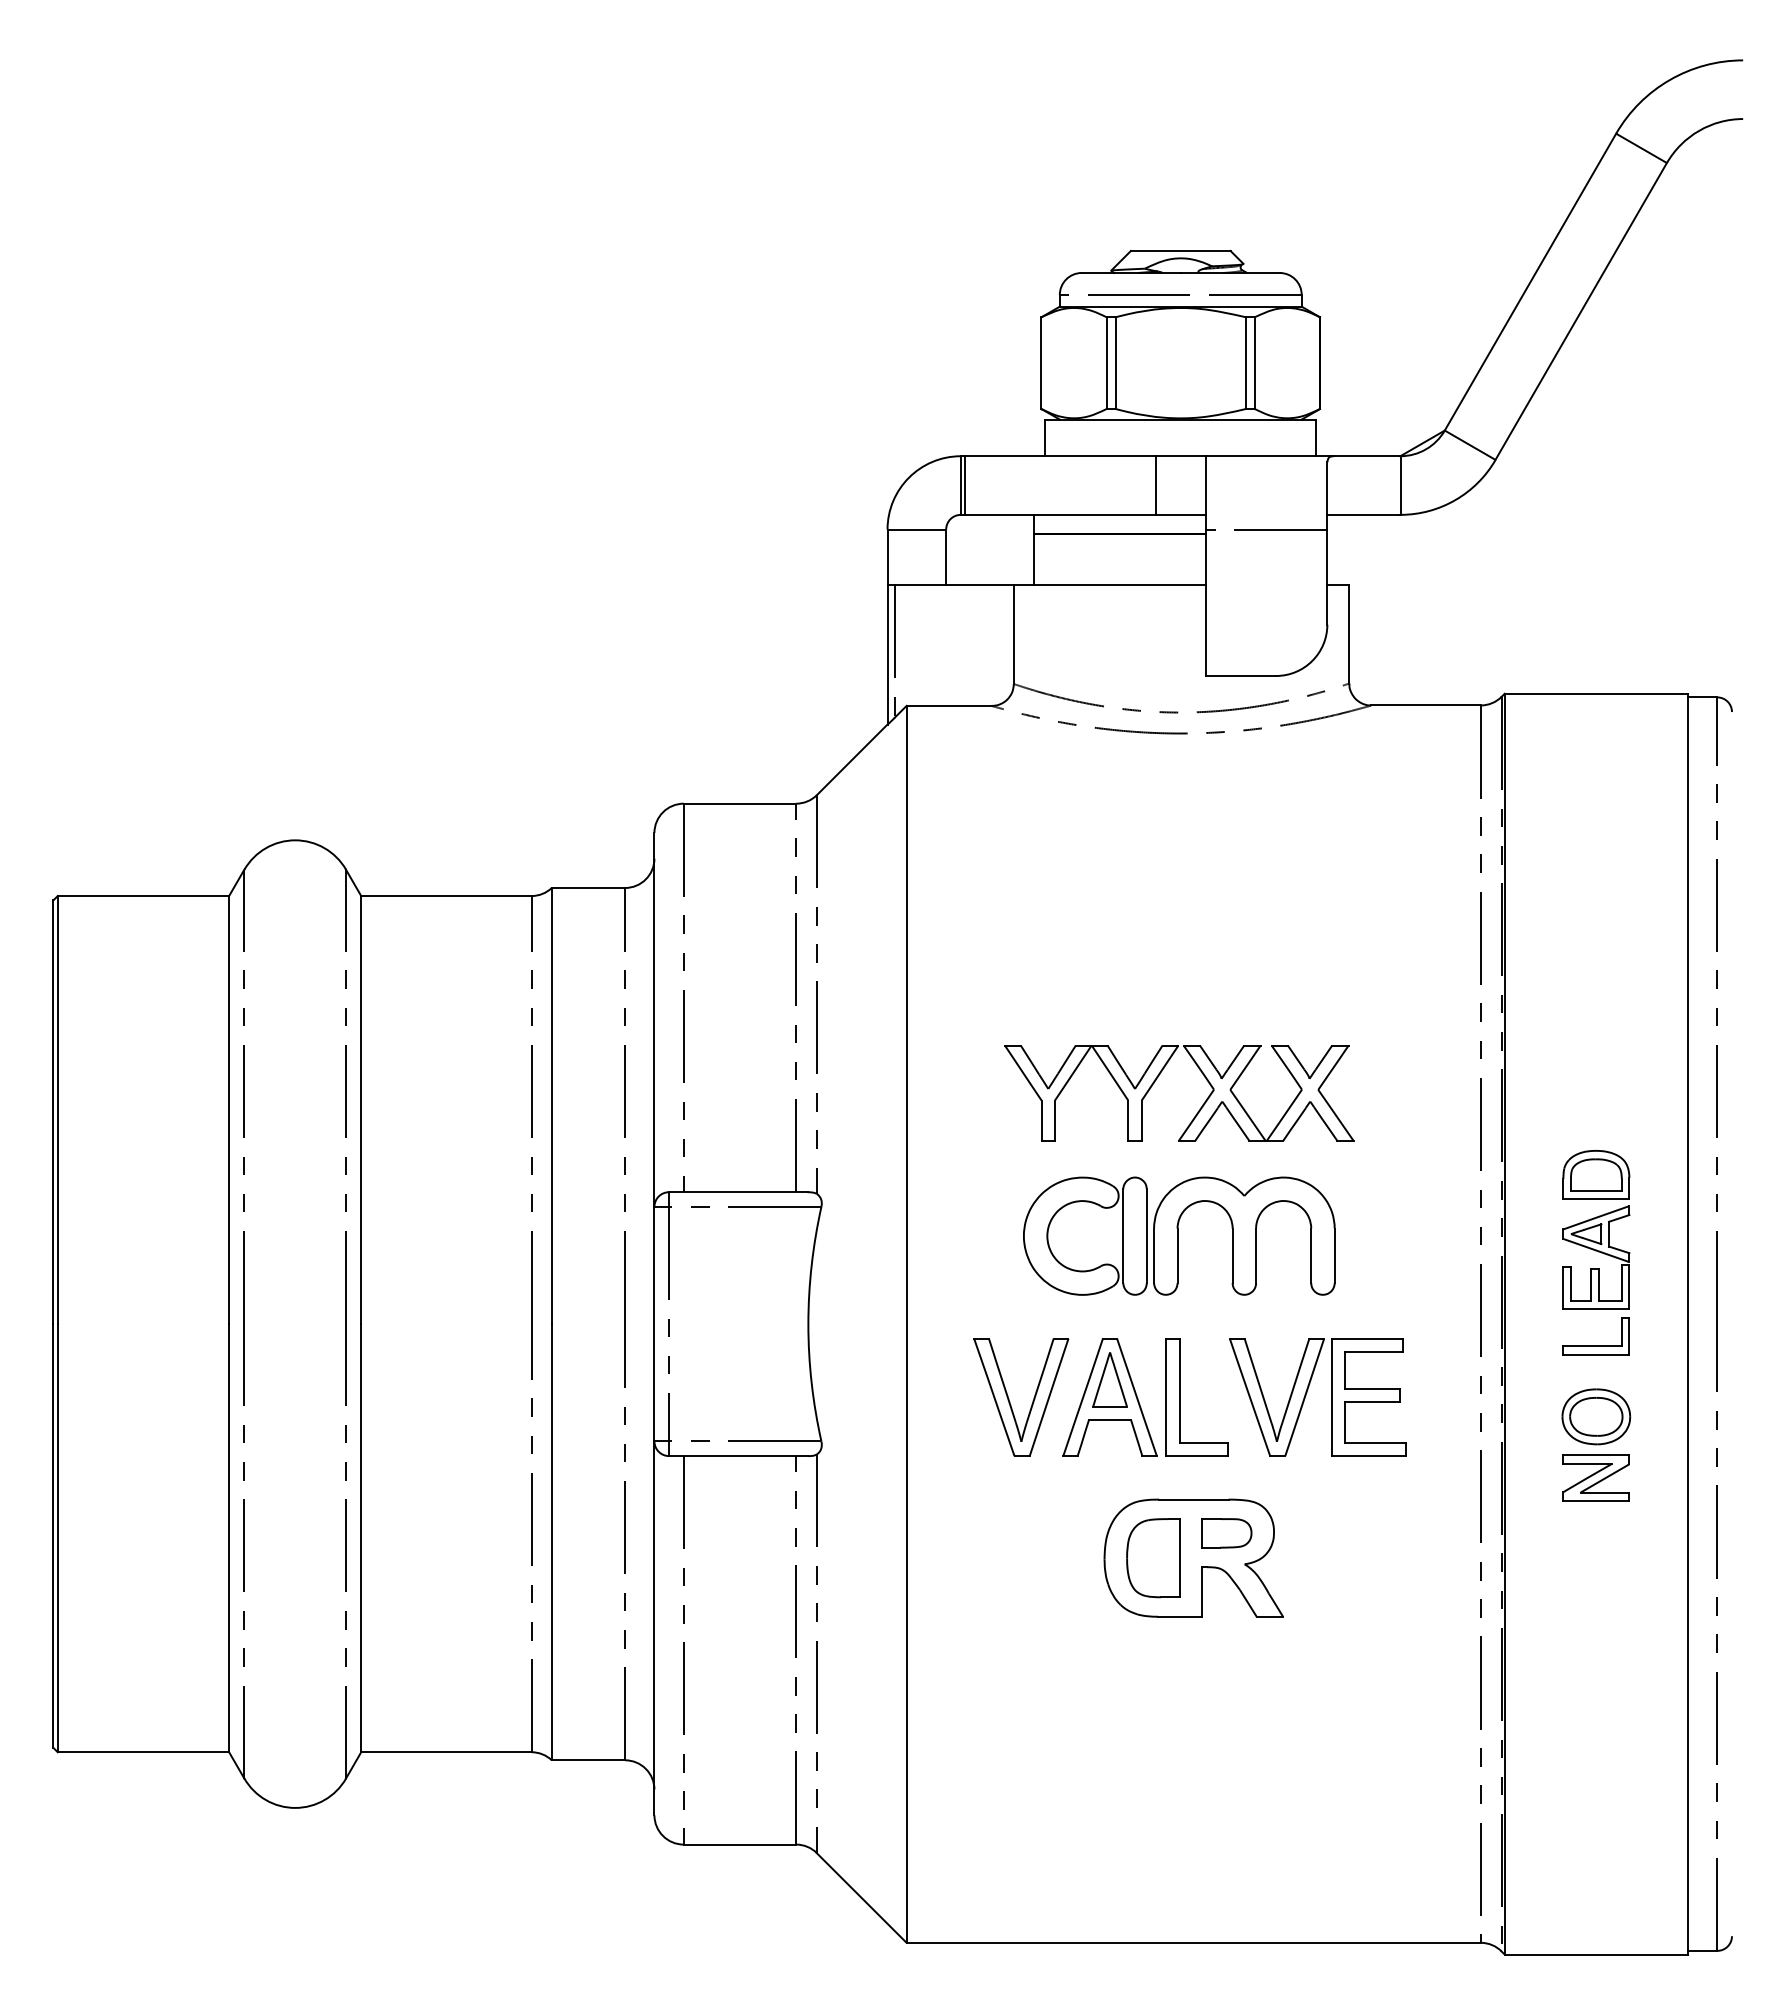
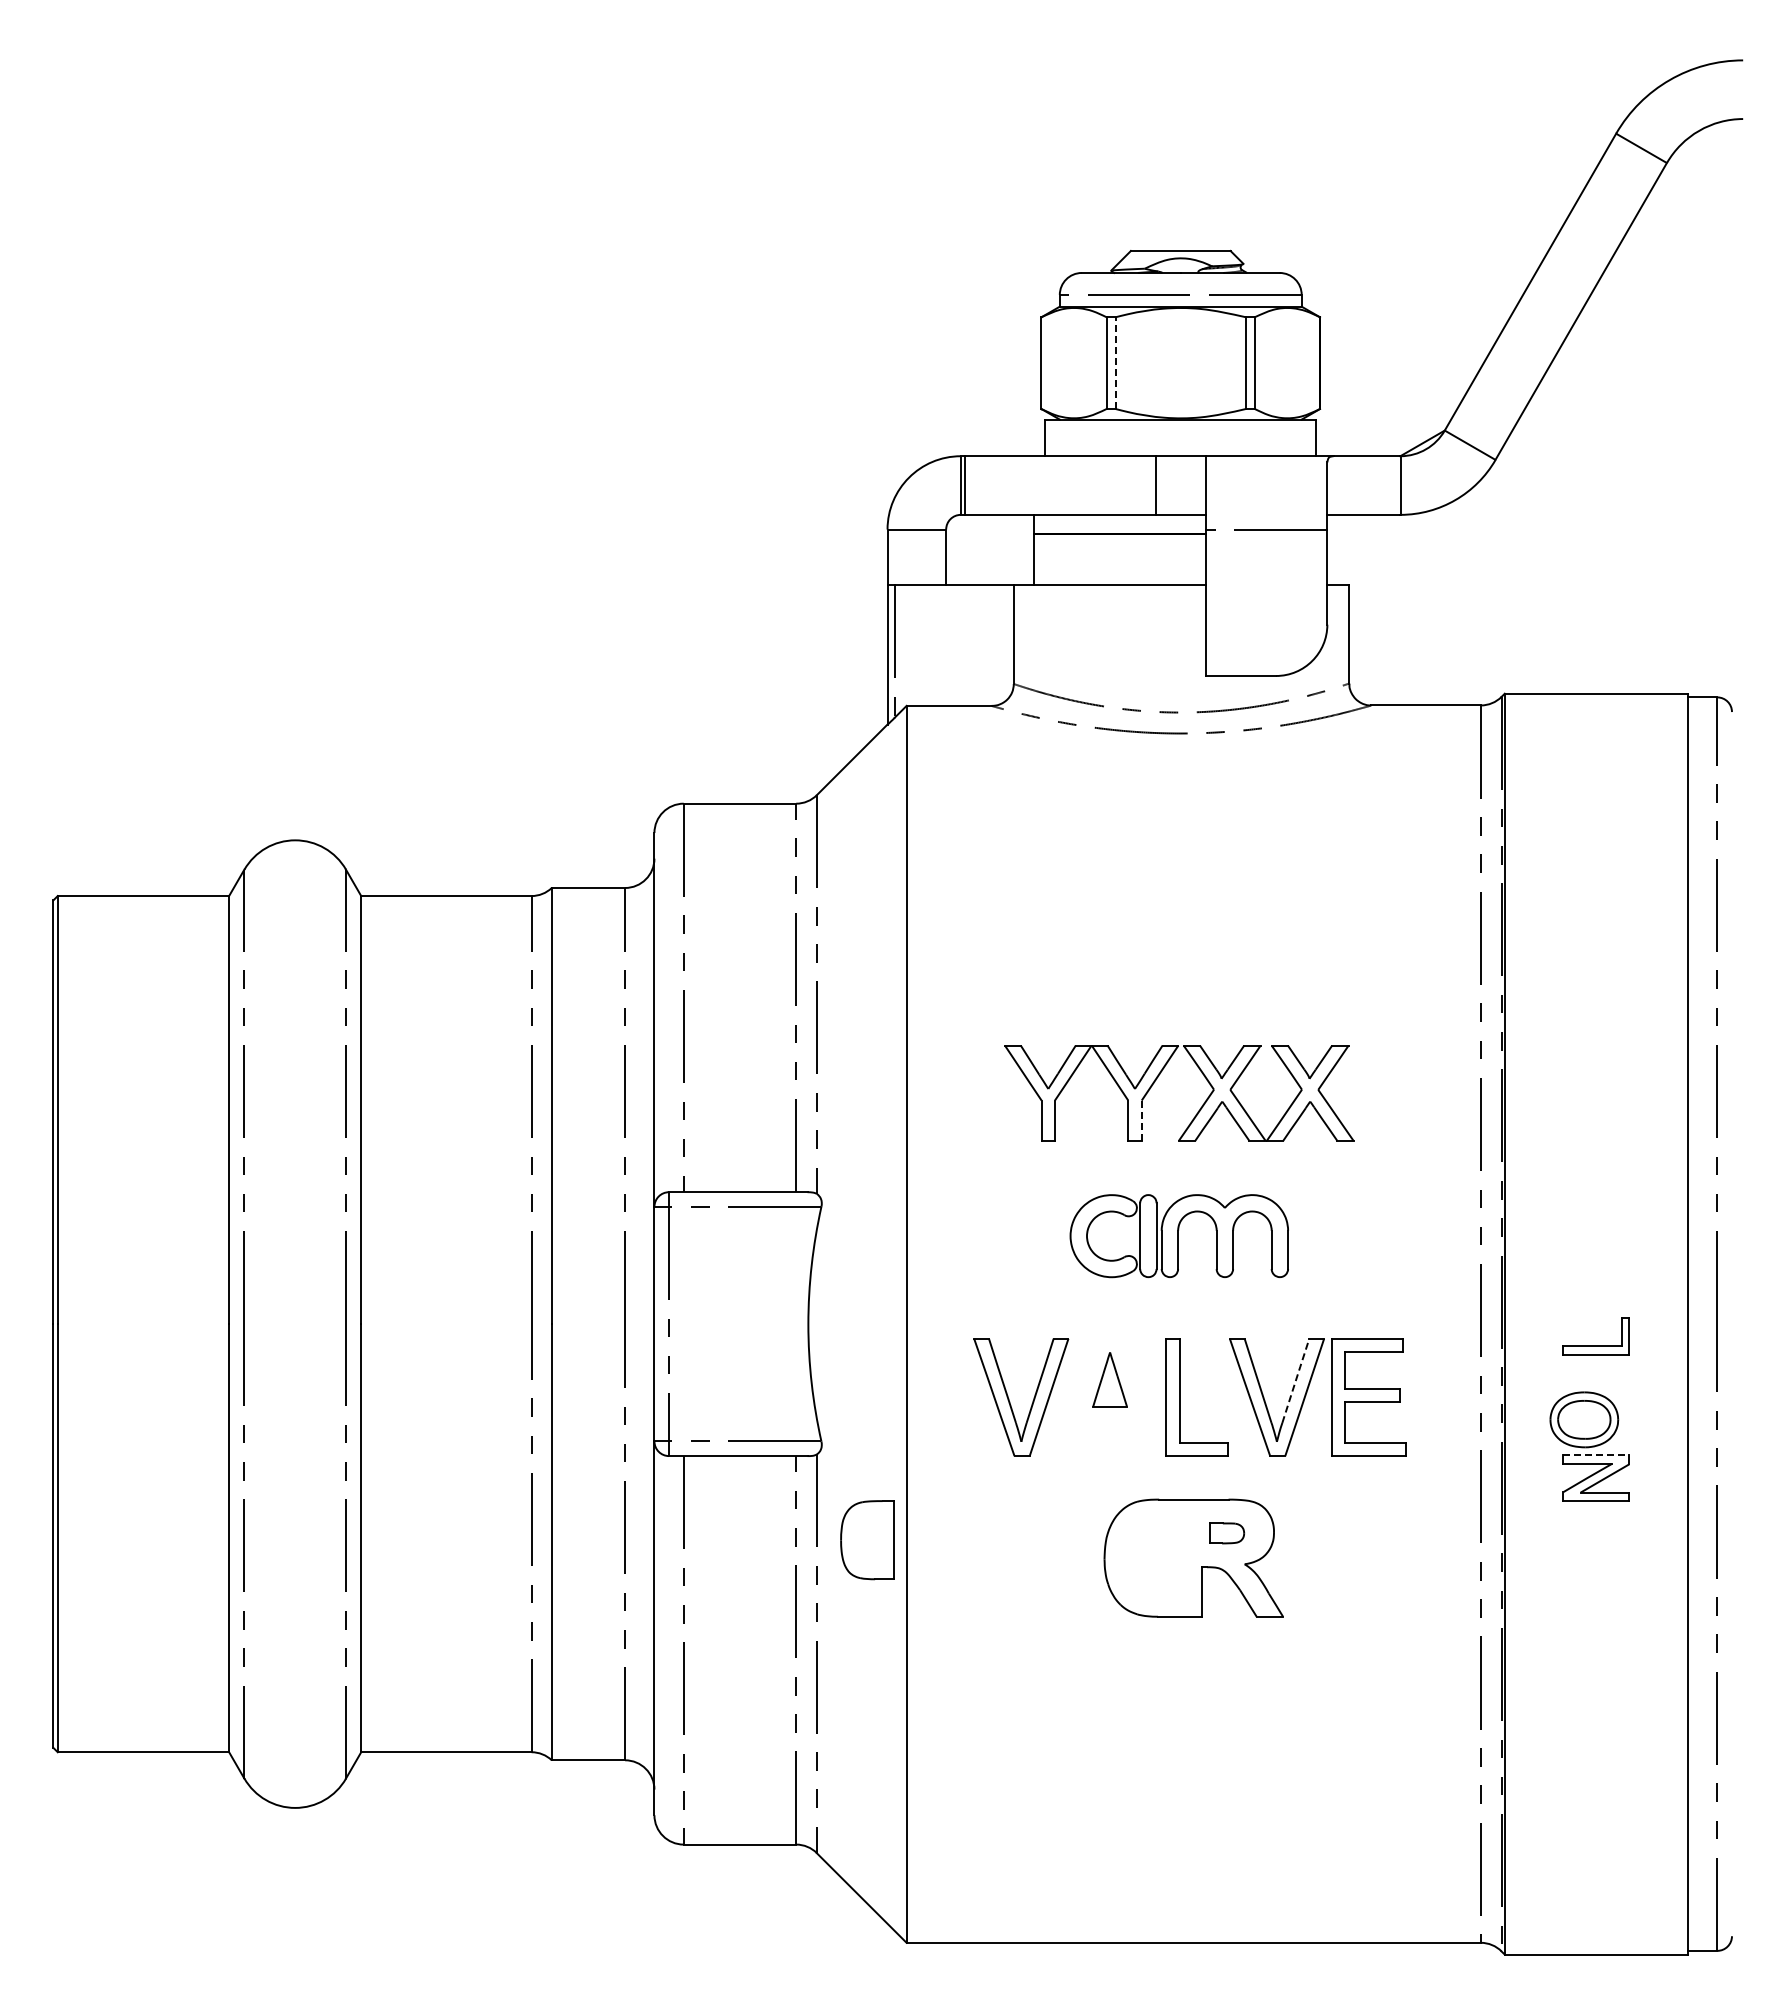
line at (1115, 363): solid -> dashed
line at (1141, 1121): solid -> dashed
part at (1596, 1229): present -> none
part at (1179, 1235) size: 313x120 px -> 220x85 px
line at (1295, 1380): solid -> dashed
part at (1109, 1397): present -> none
part at (1596, 1416) position: (1596, 1416) -> (1584, 1419)
line at (1596, 1455): solid -> dashed
part at (1226, 1533) size: 52x31 px -> 37x23 px
part at (1153, 1558) position: (1153, 1558) -> (867, 1540)
